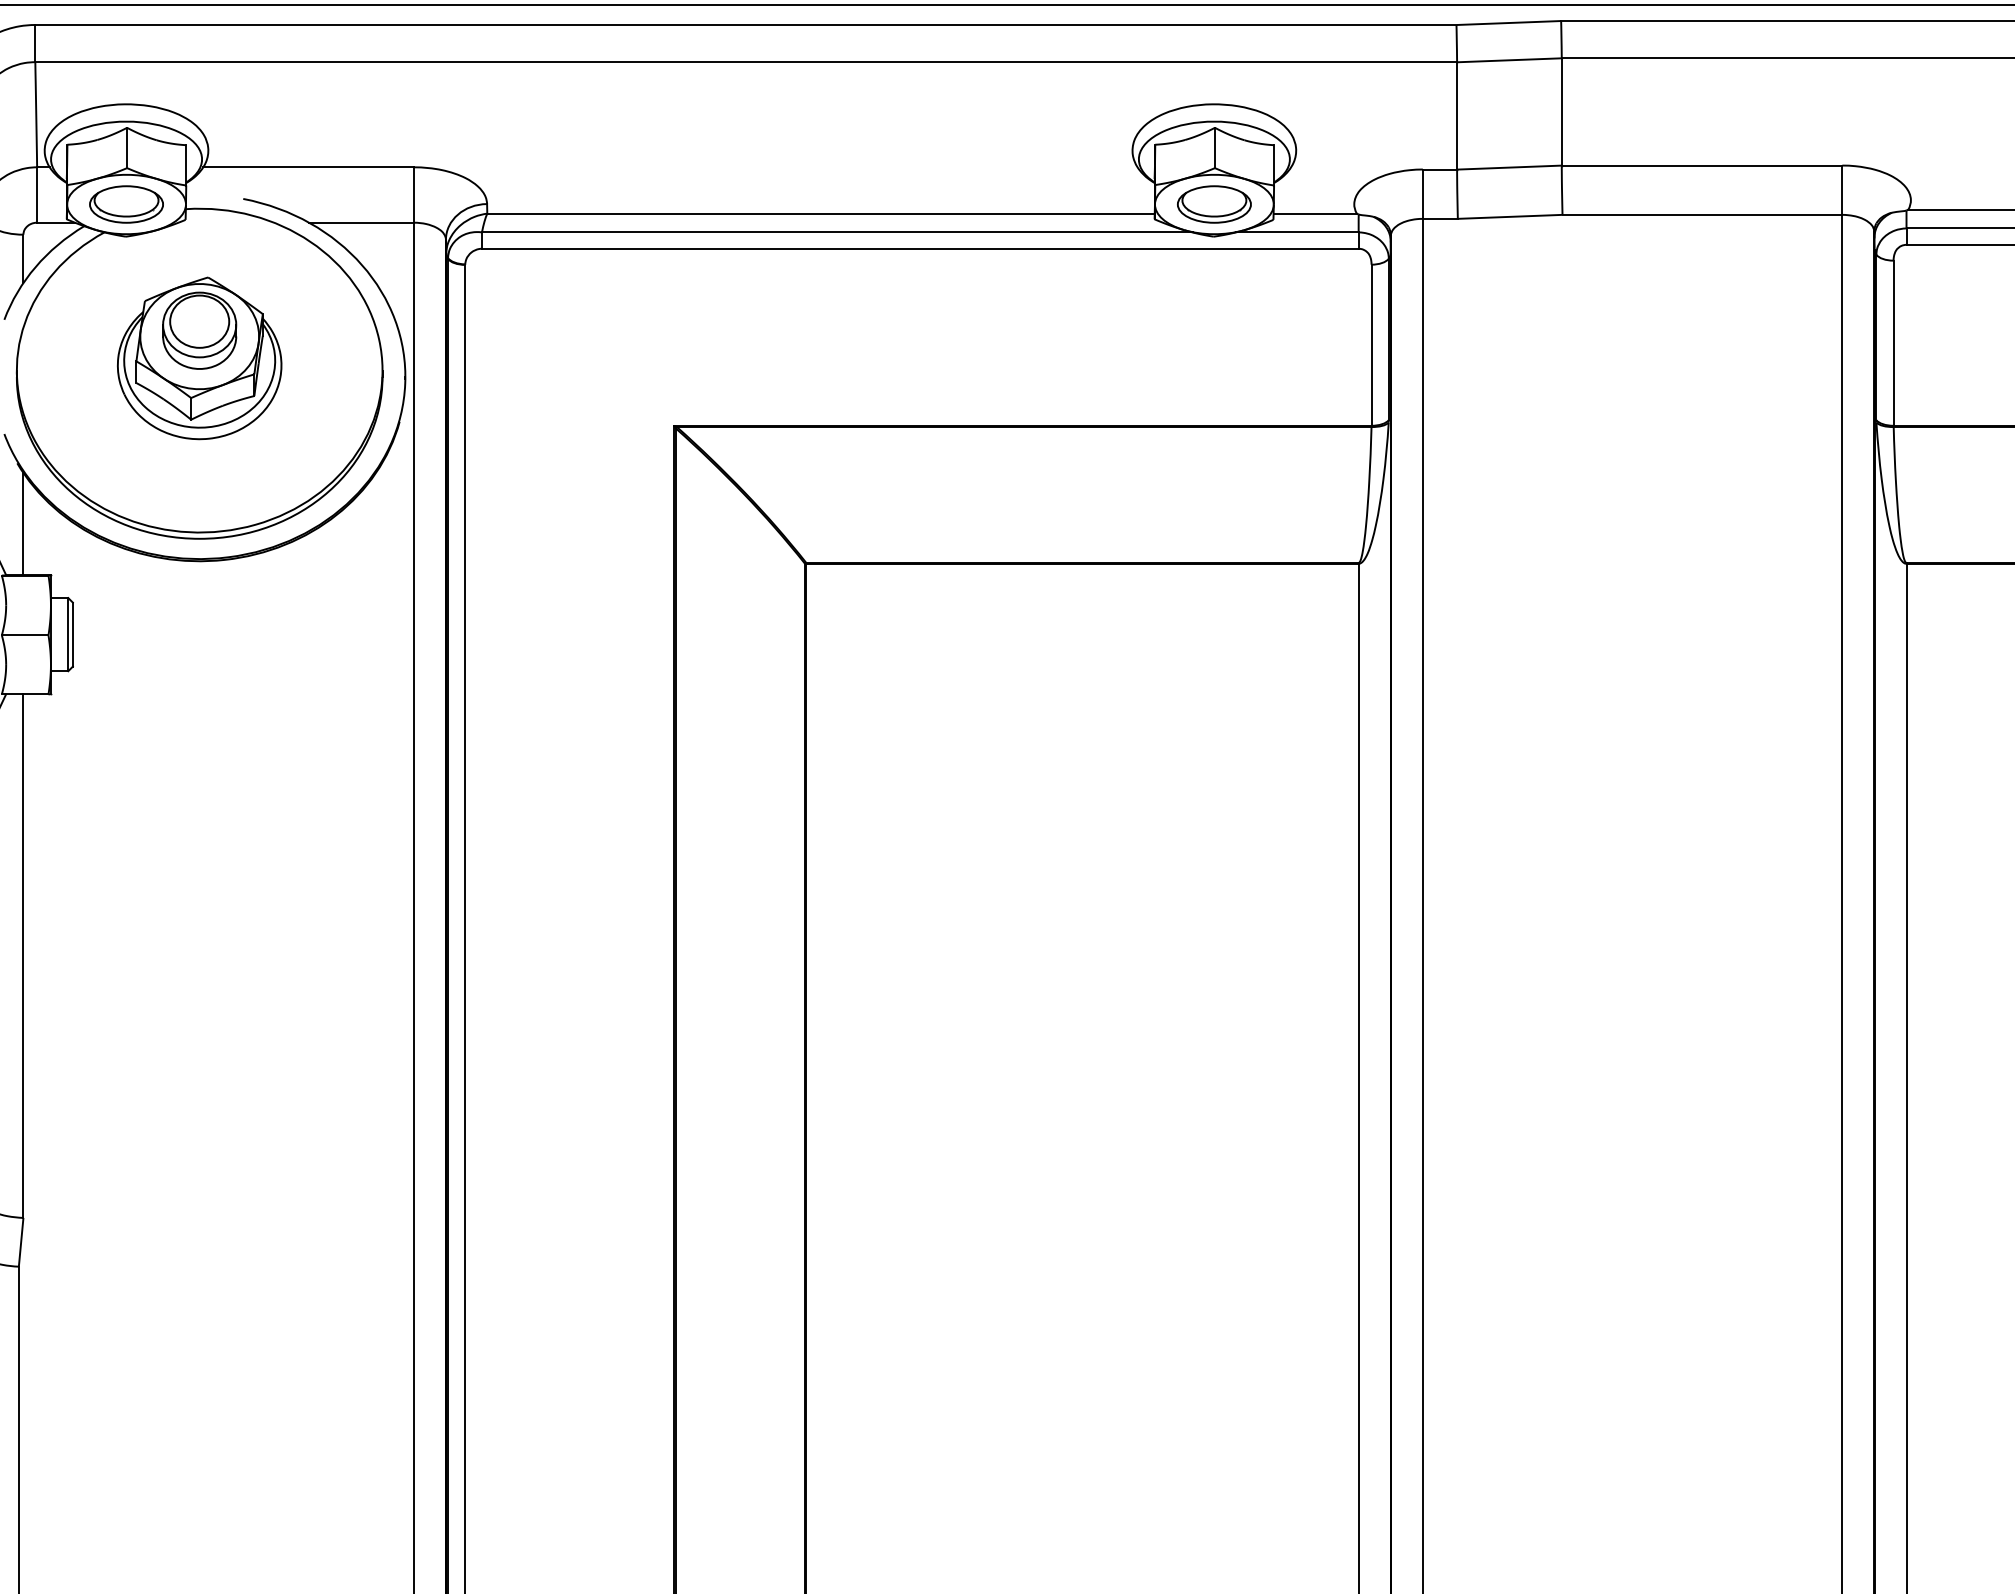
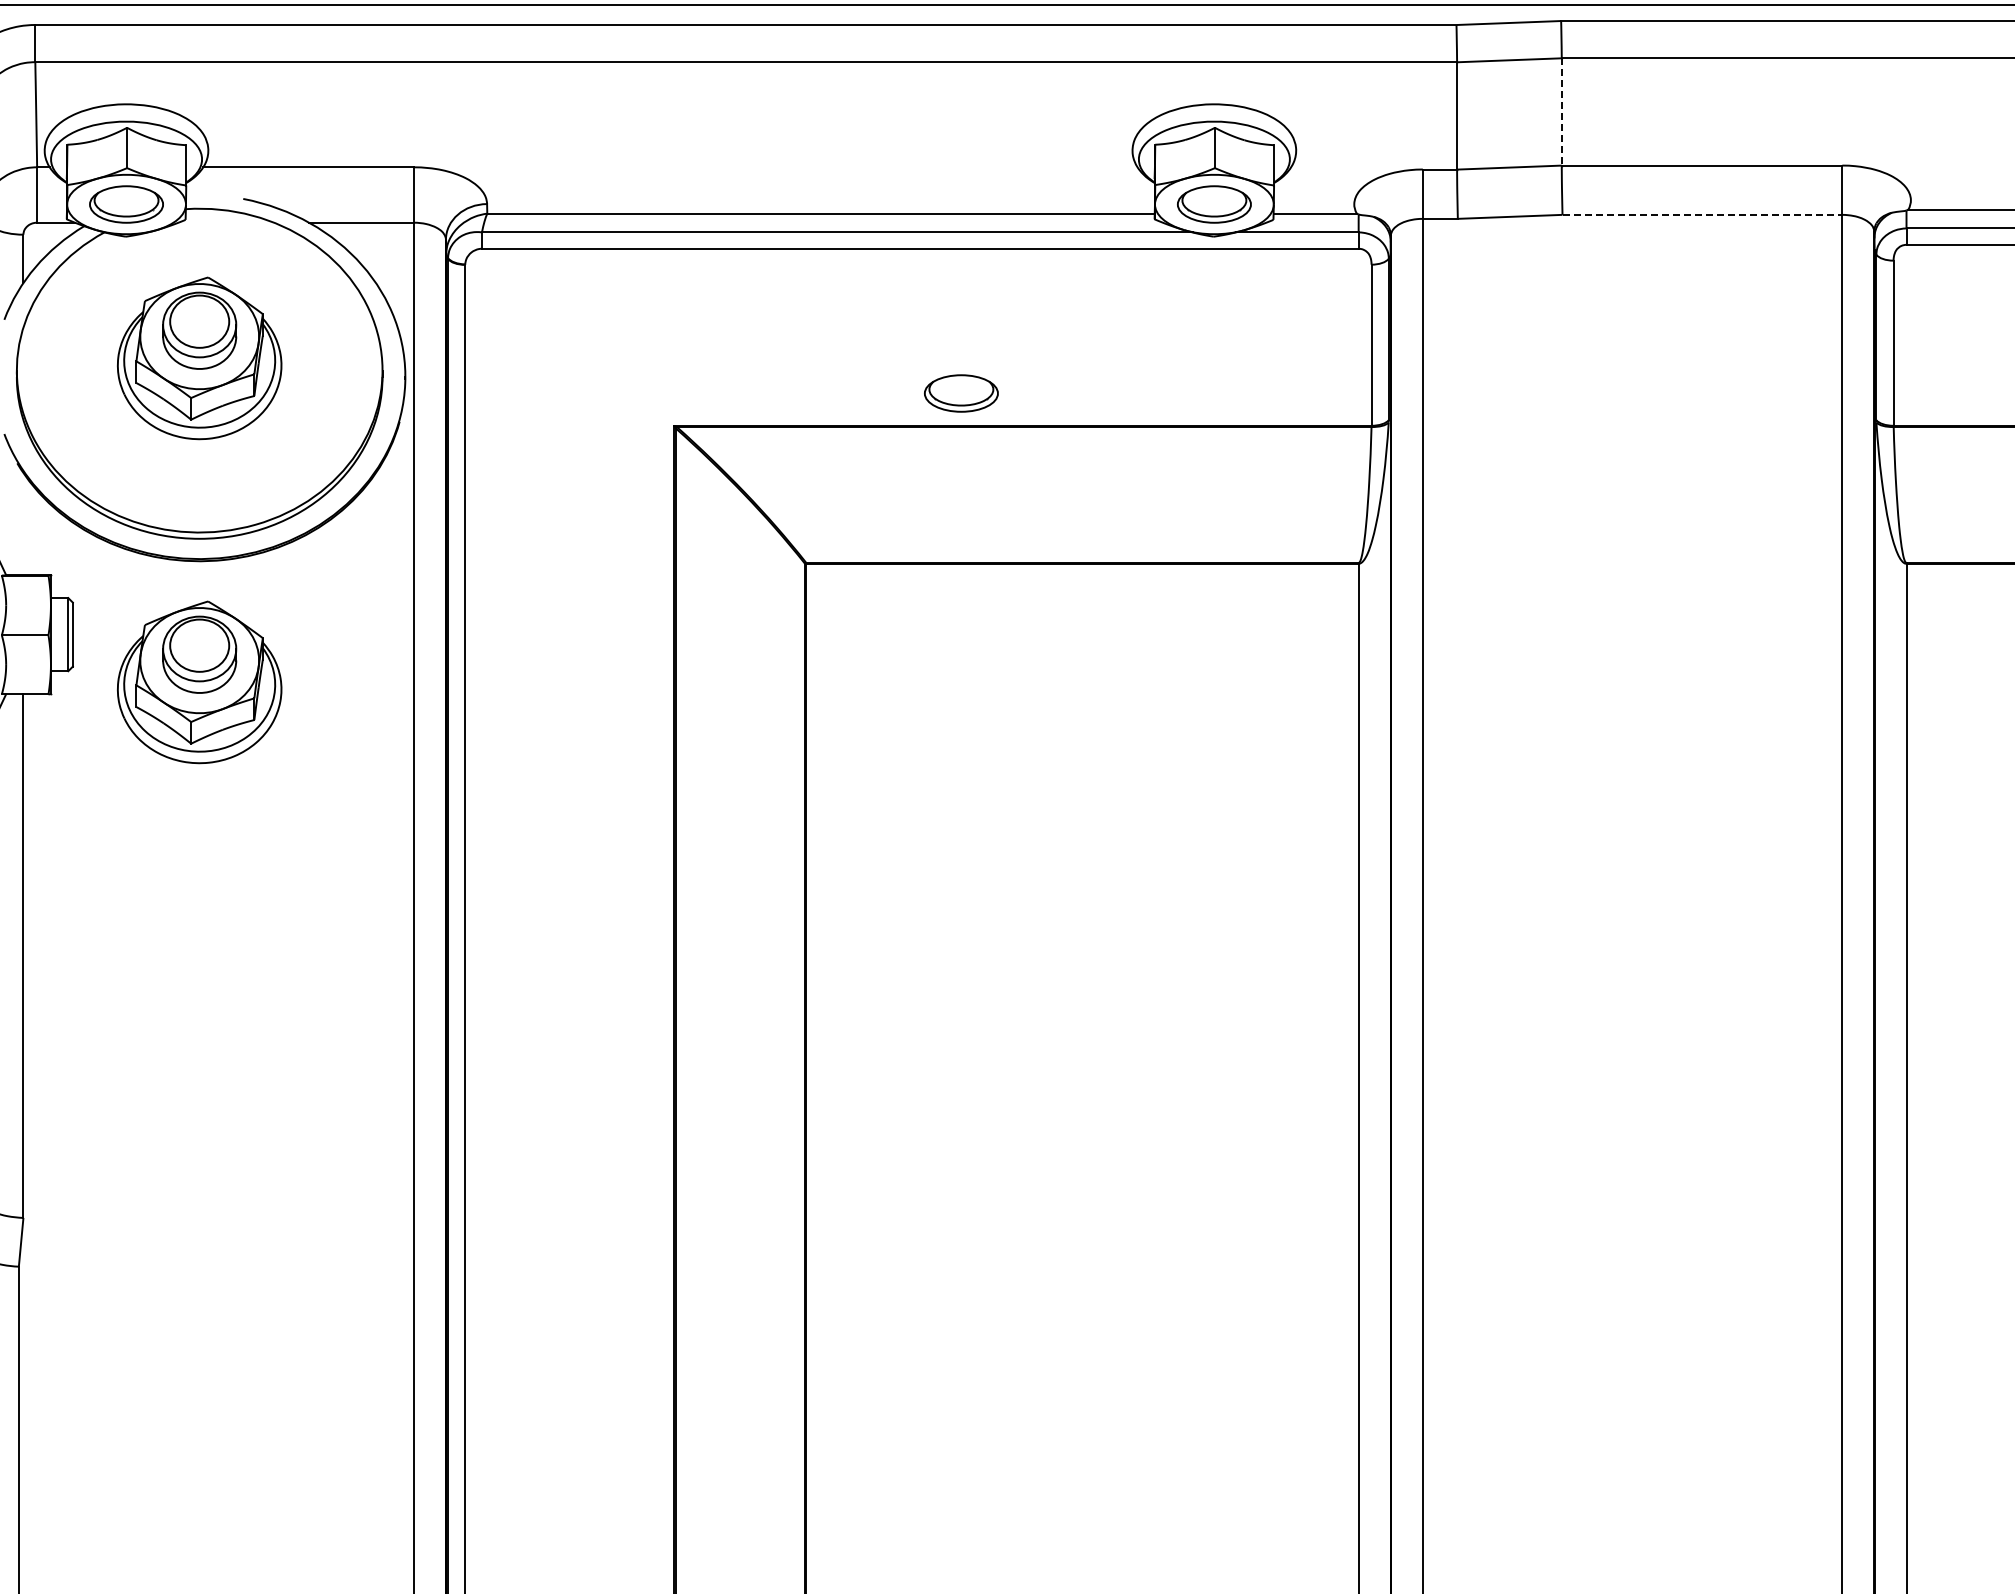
line at (1561, 111): solid -> dashed
line at (1702, 214): solid -> dashed
part at (961, 393): none -> present
line at (23, 523): present -> none
part at (199, 682): none -> present
